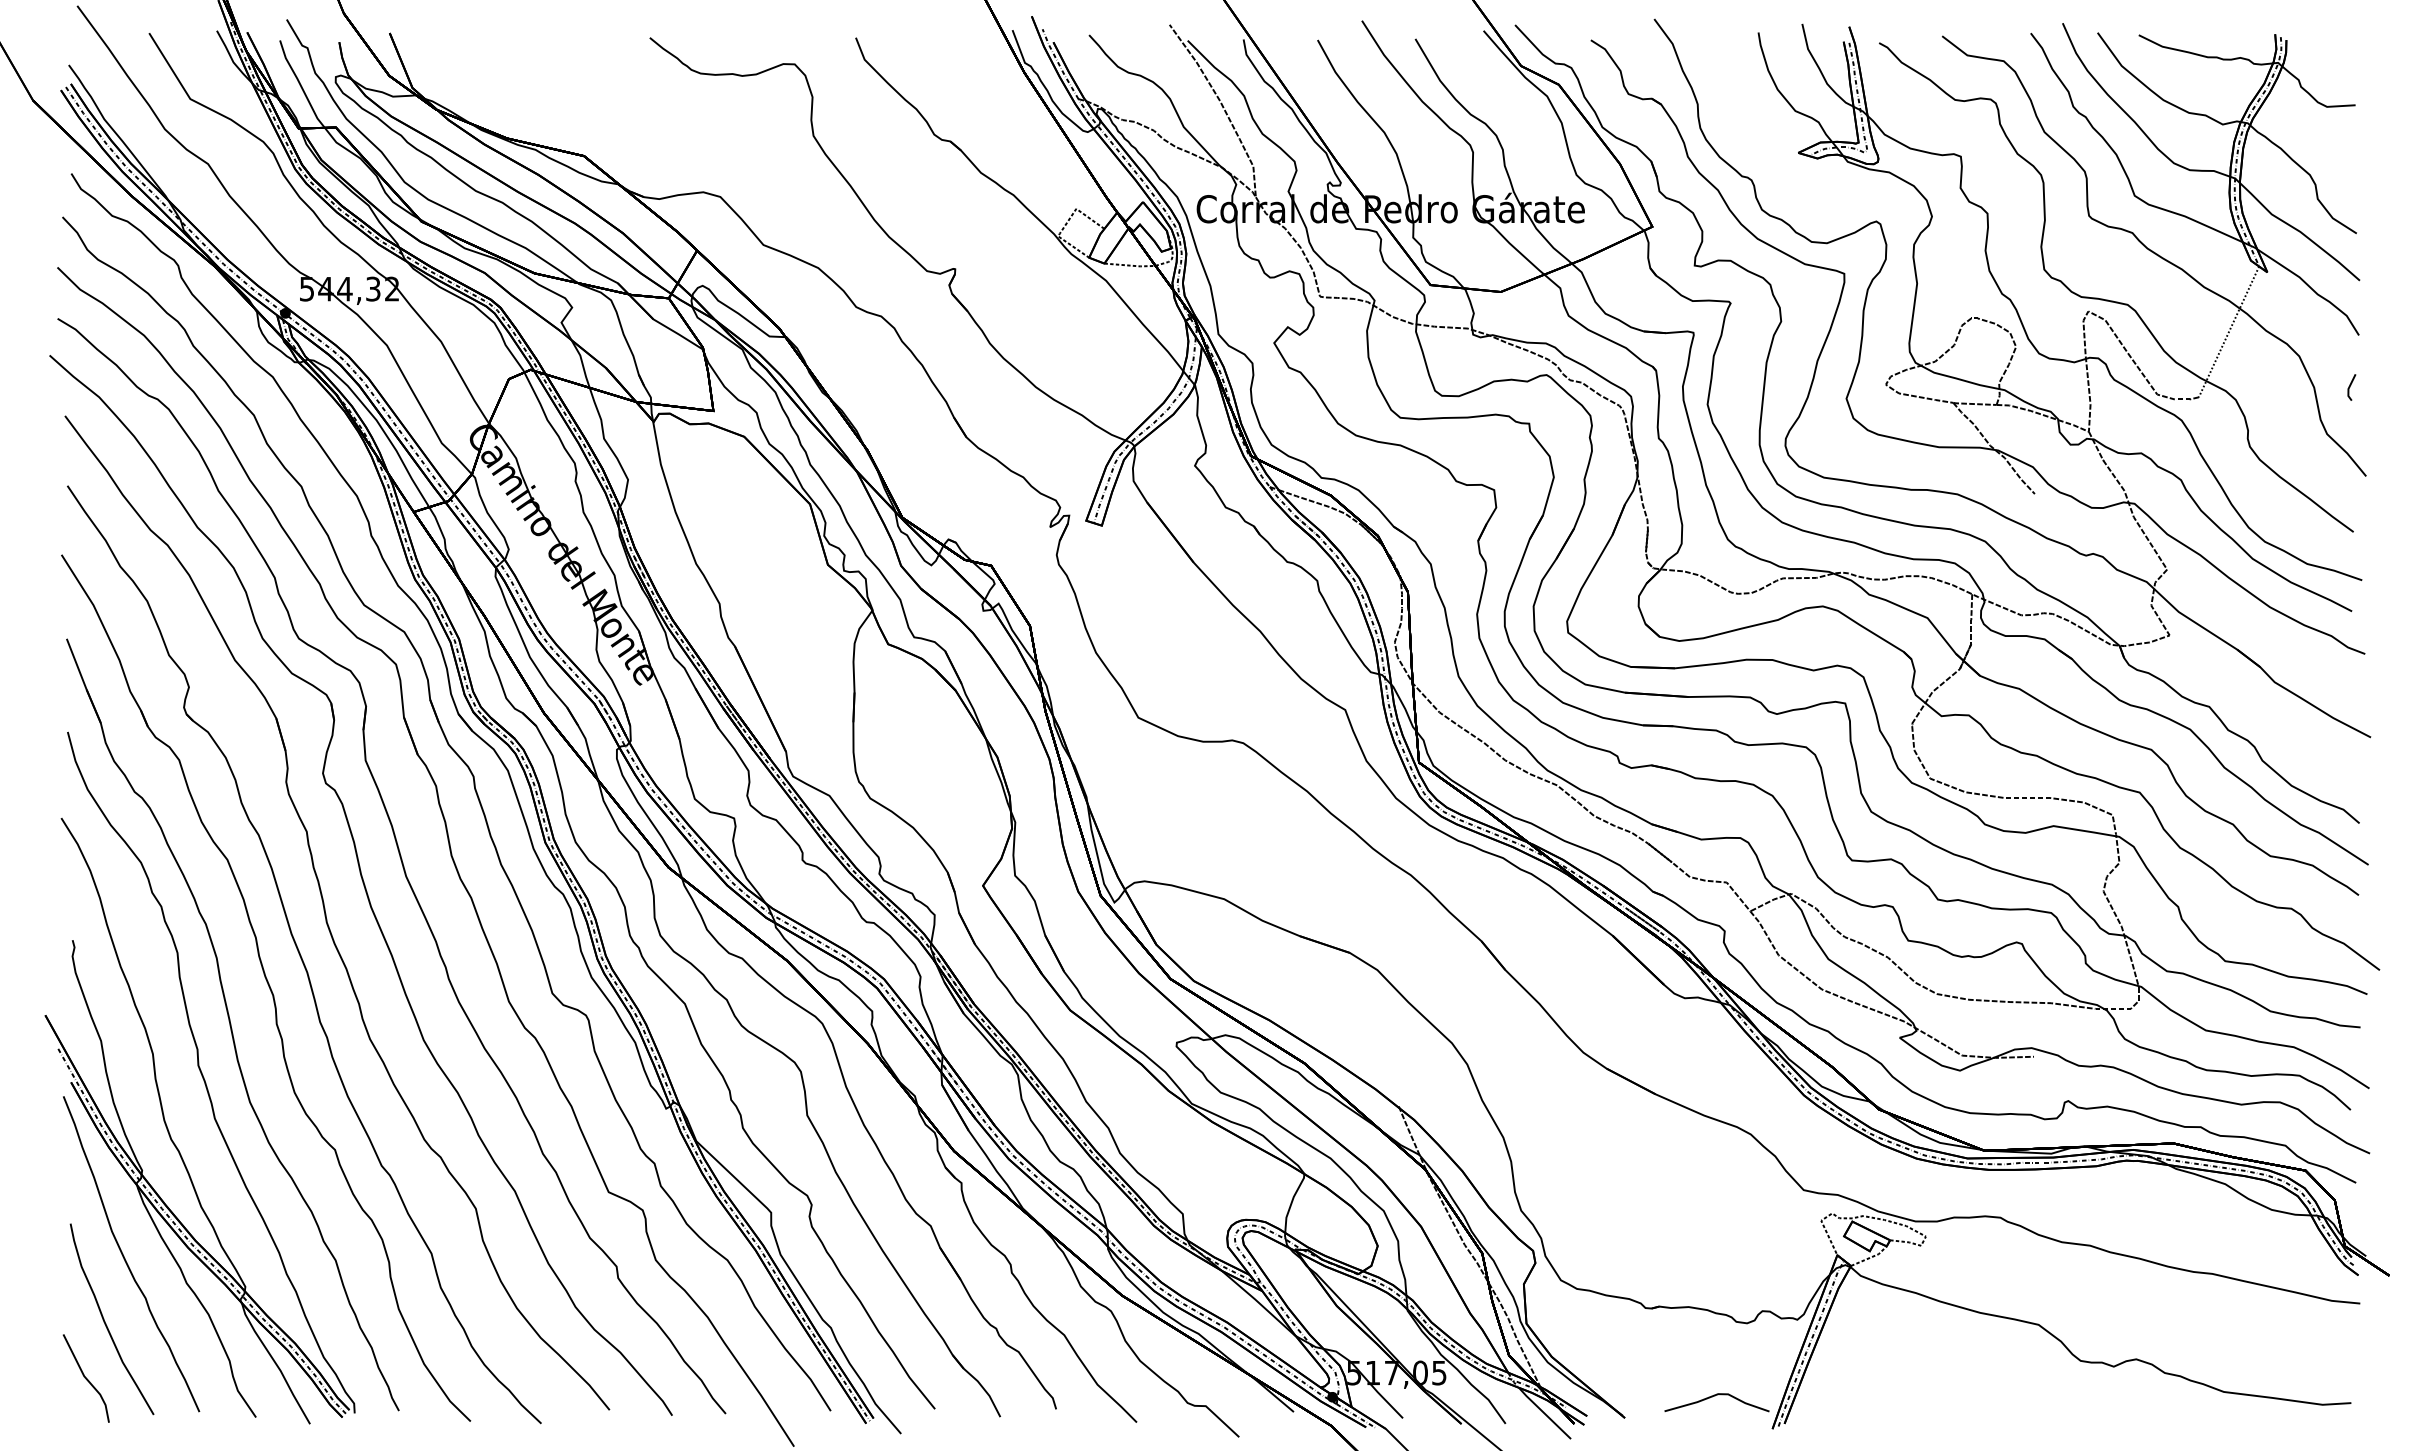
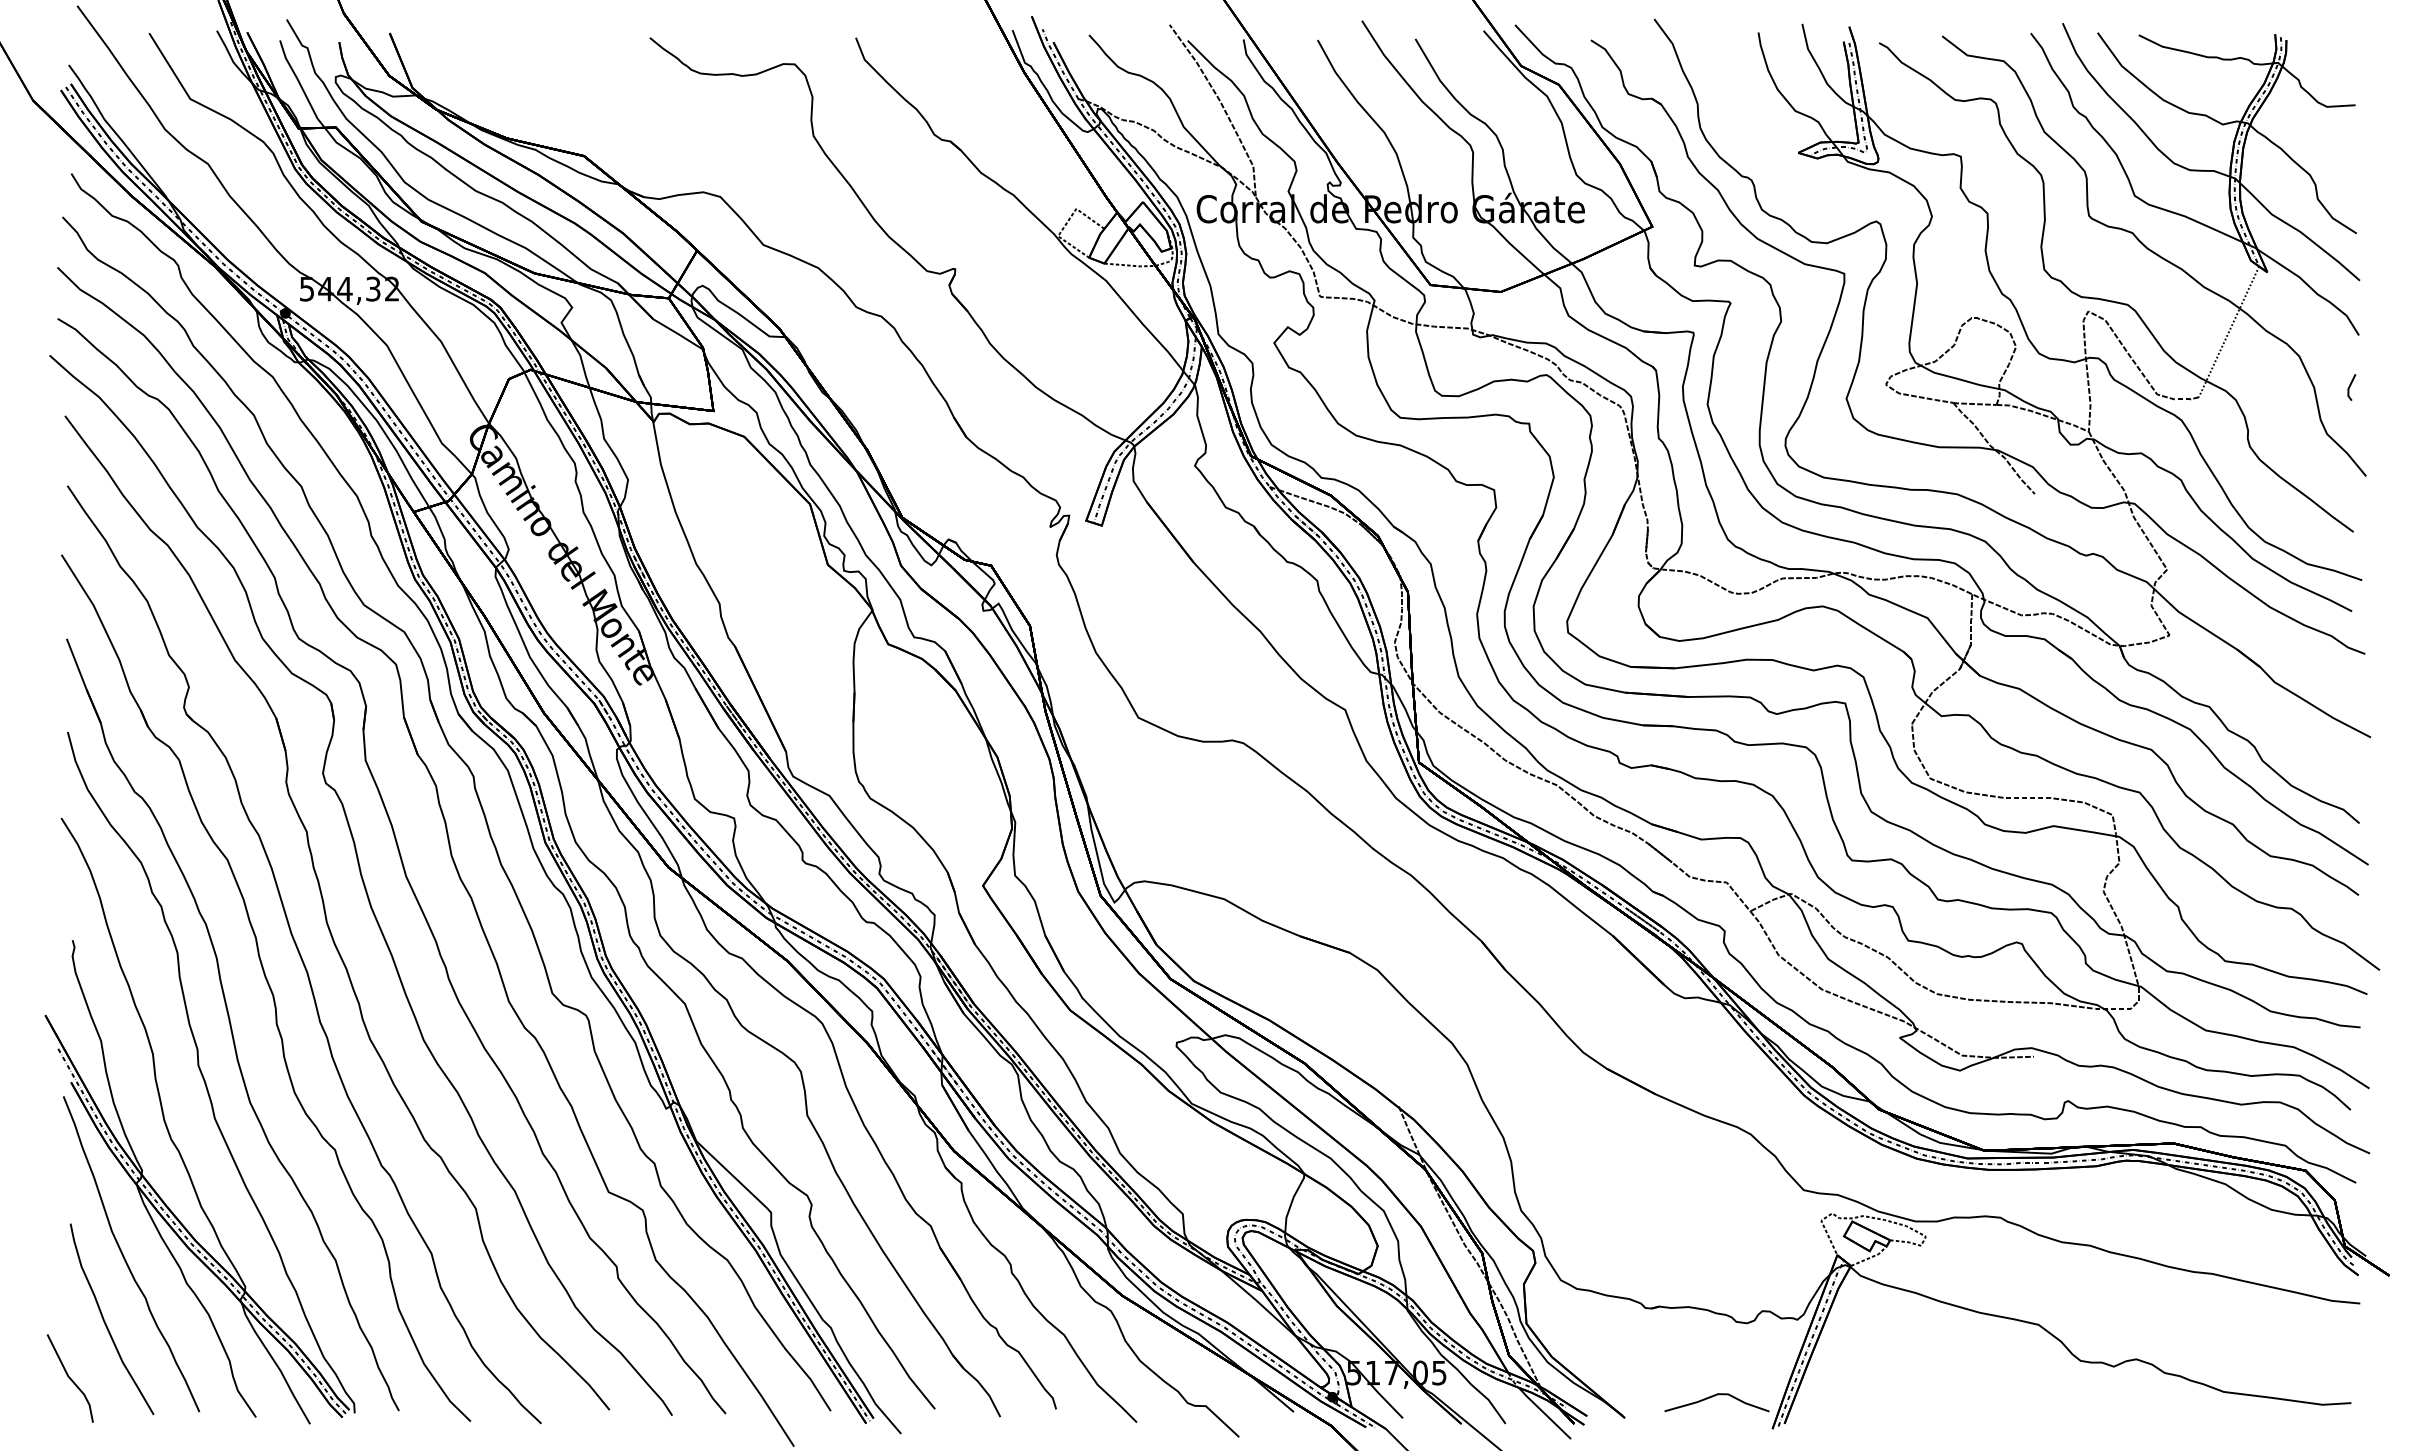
line at (85, 1378) position: (85, 1378) -> (69, 1378)
